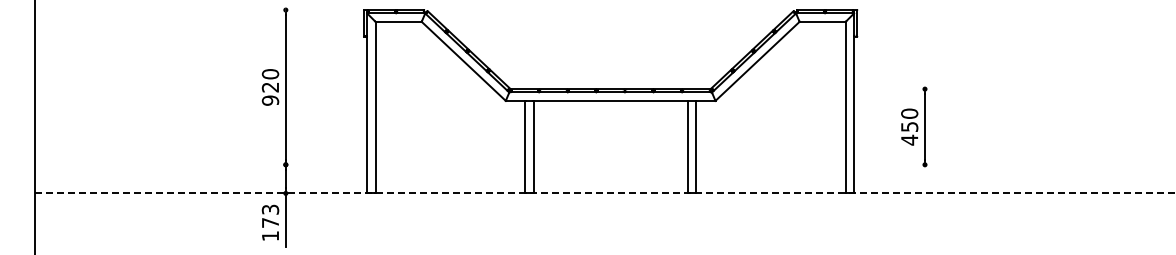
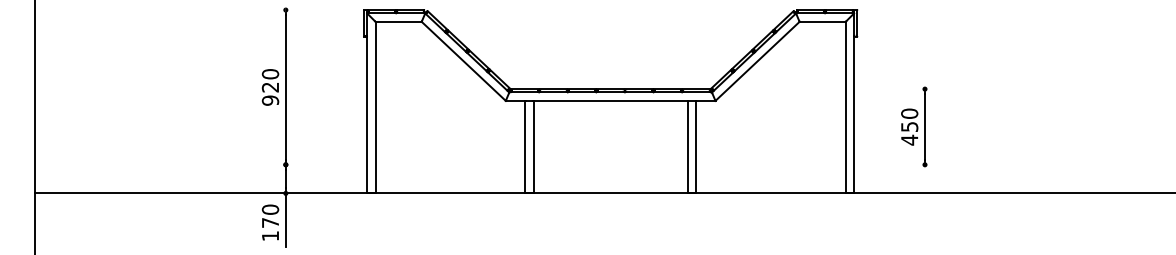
line at (606, 193): dashed -> solid
text at (270, 209): 173 -> 170
